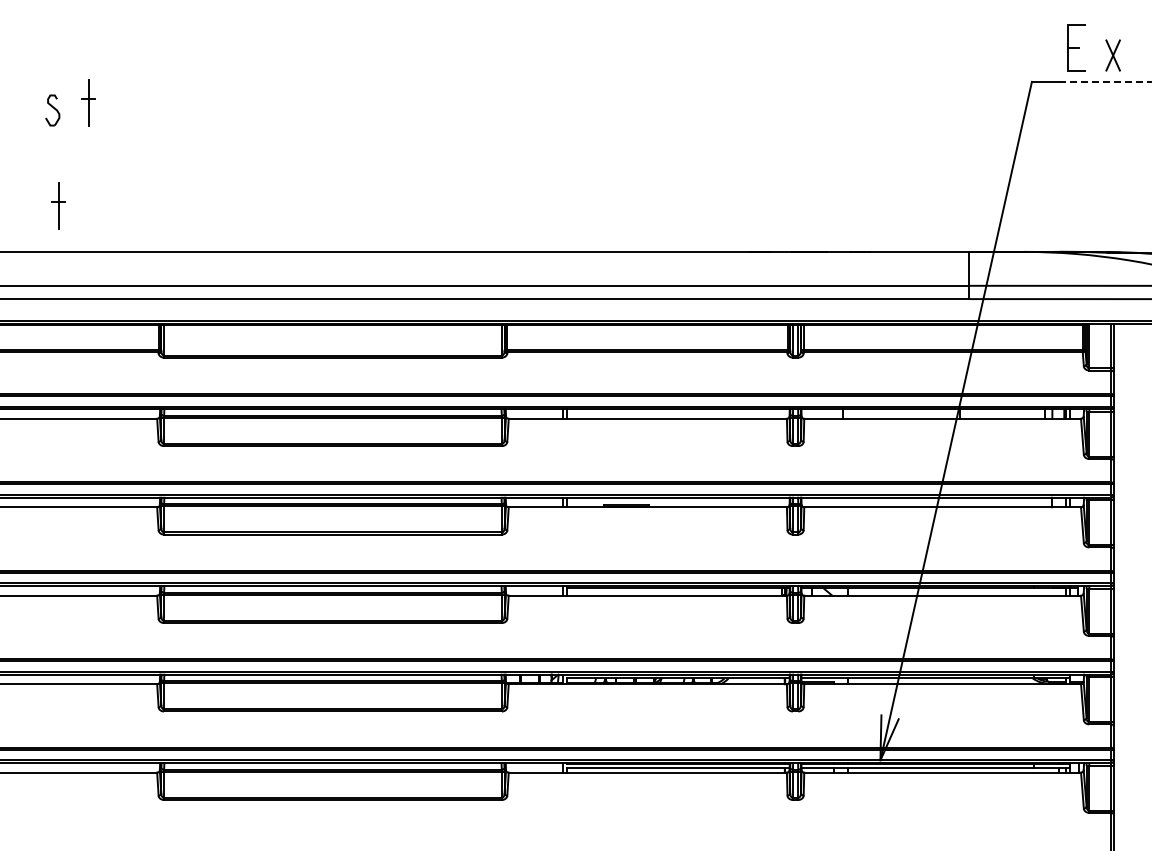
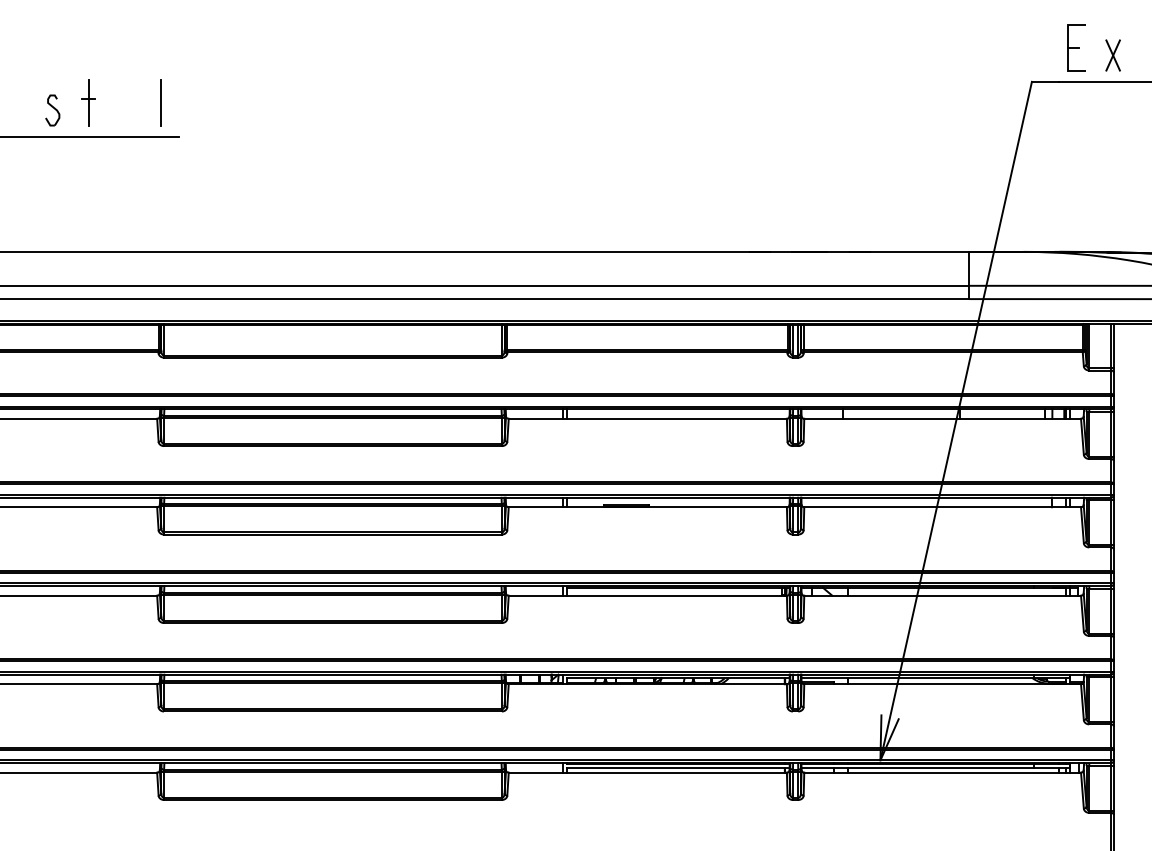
line at (1105, 81): dashed -> solid
line at (160, 102): none -> present
line at (90, 136): none -> present
part at (58, 205): present -> none
